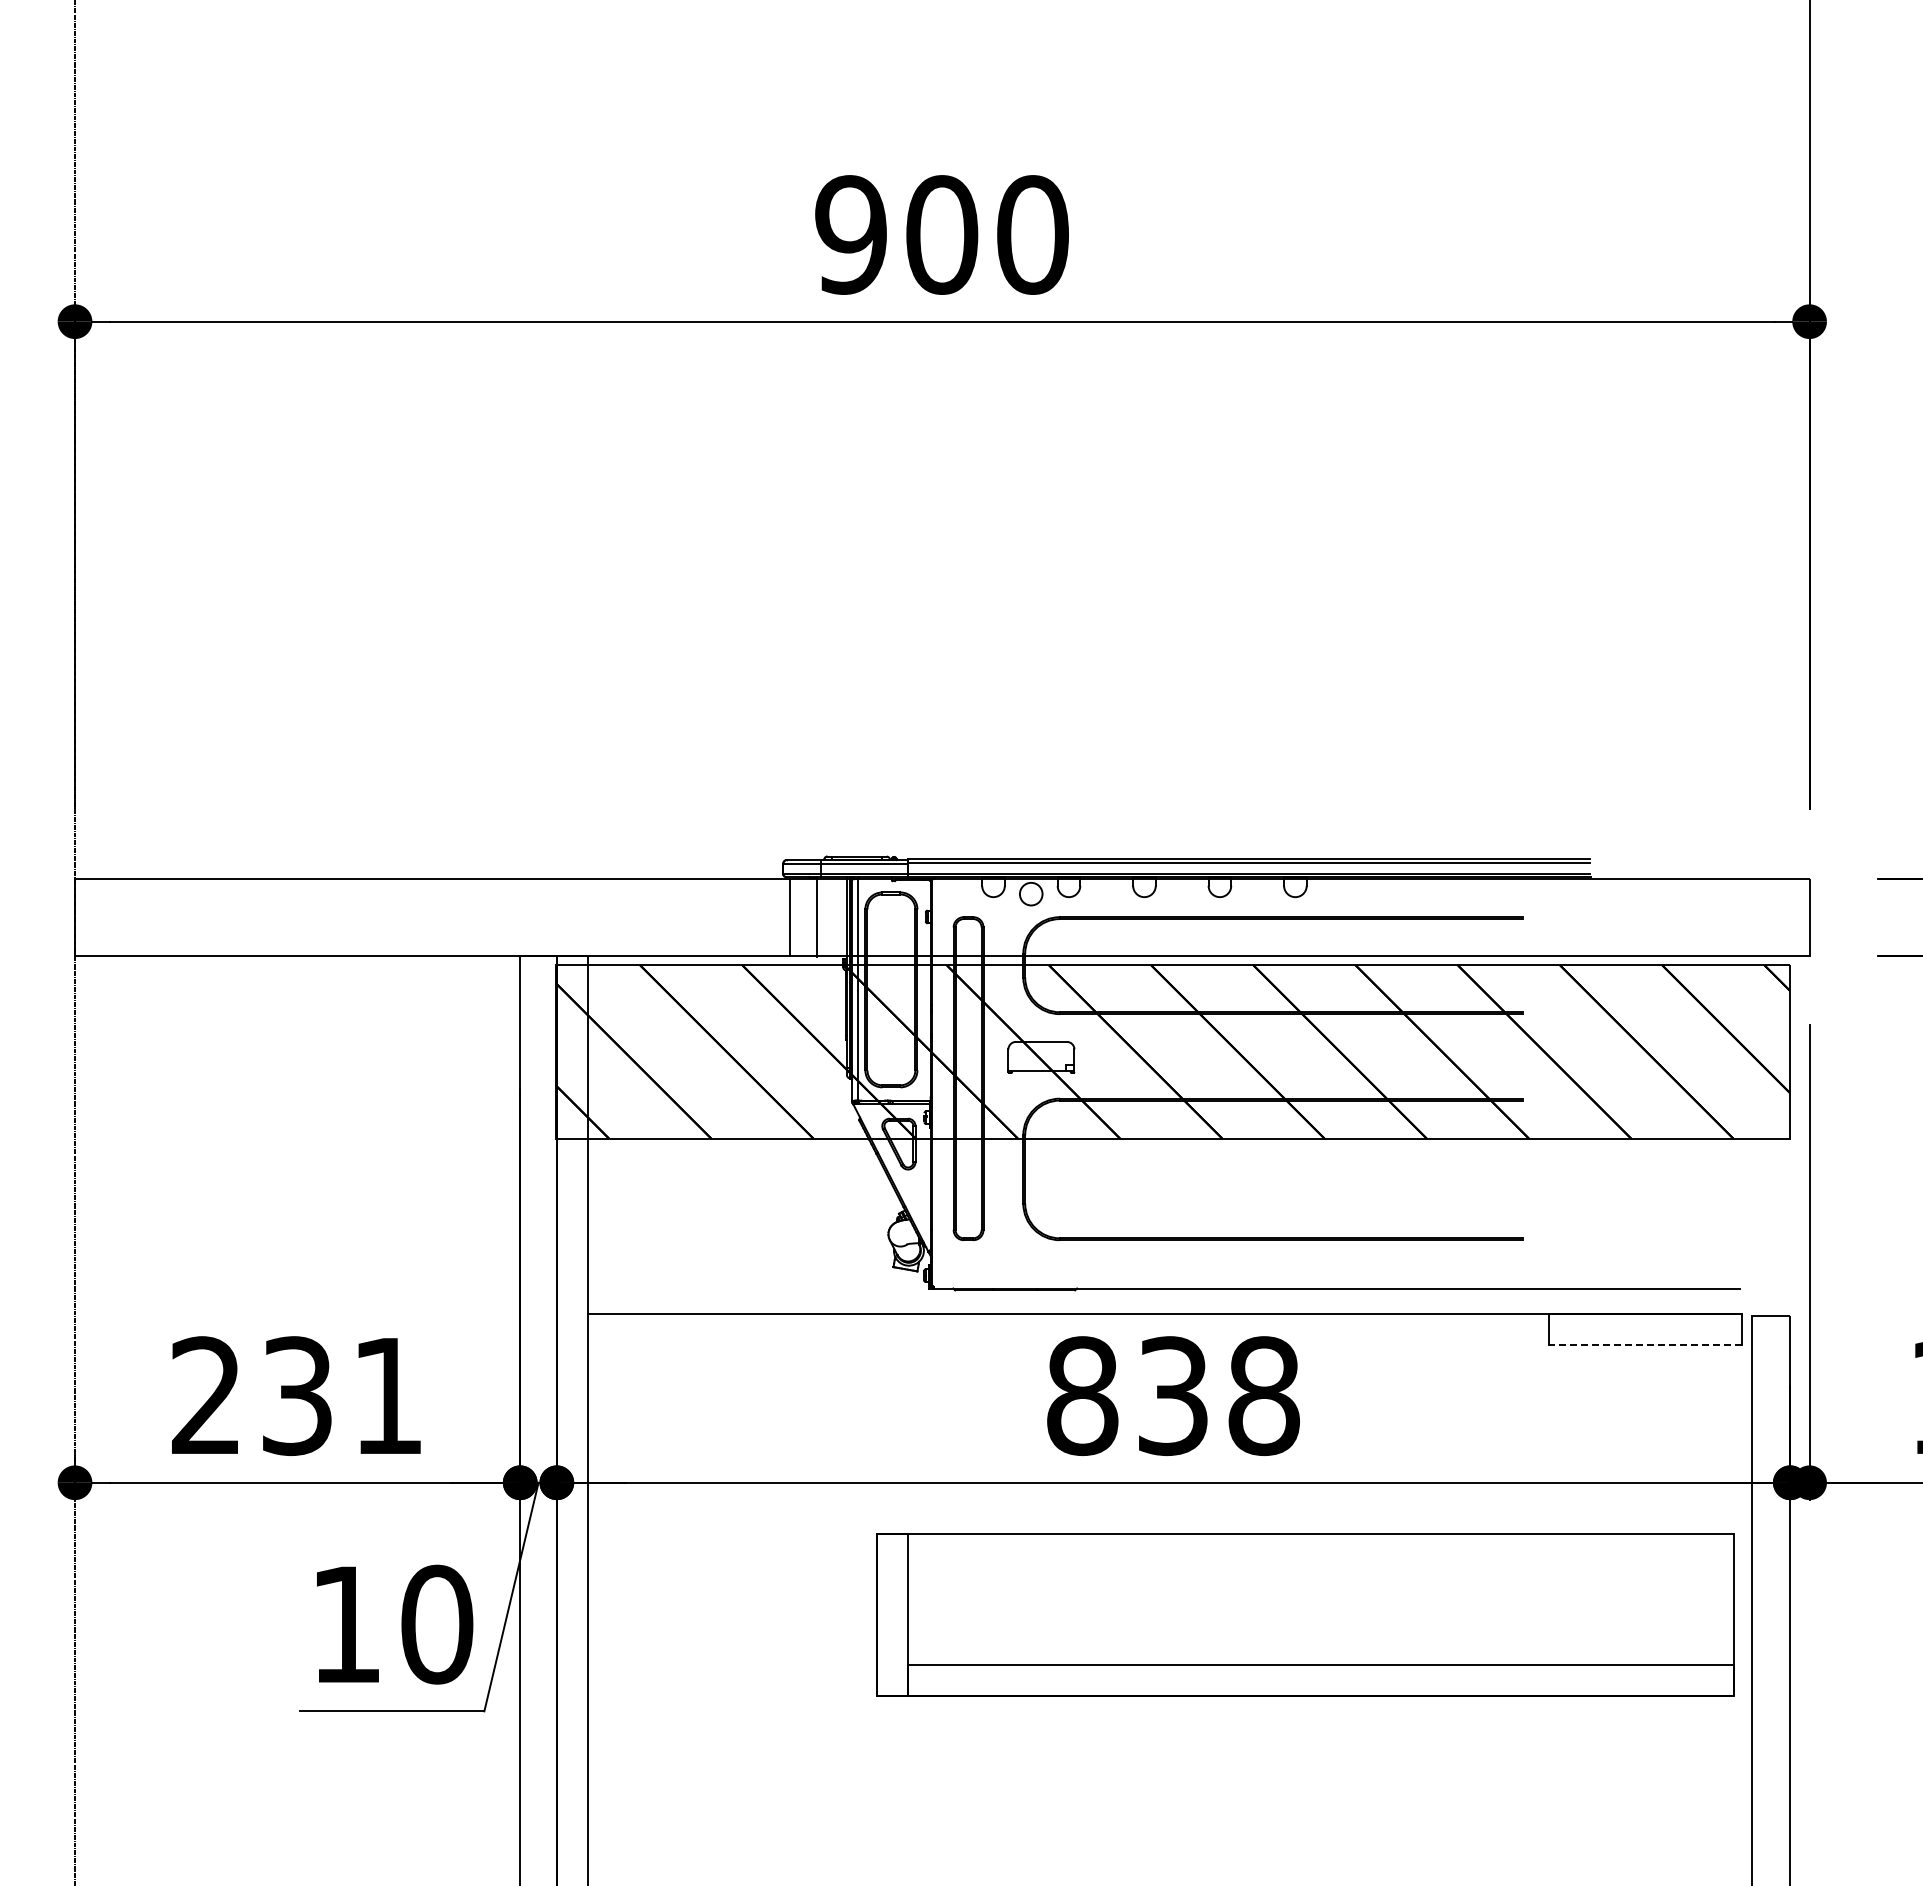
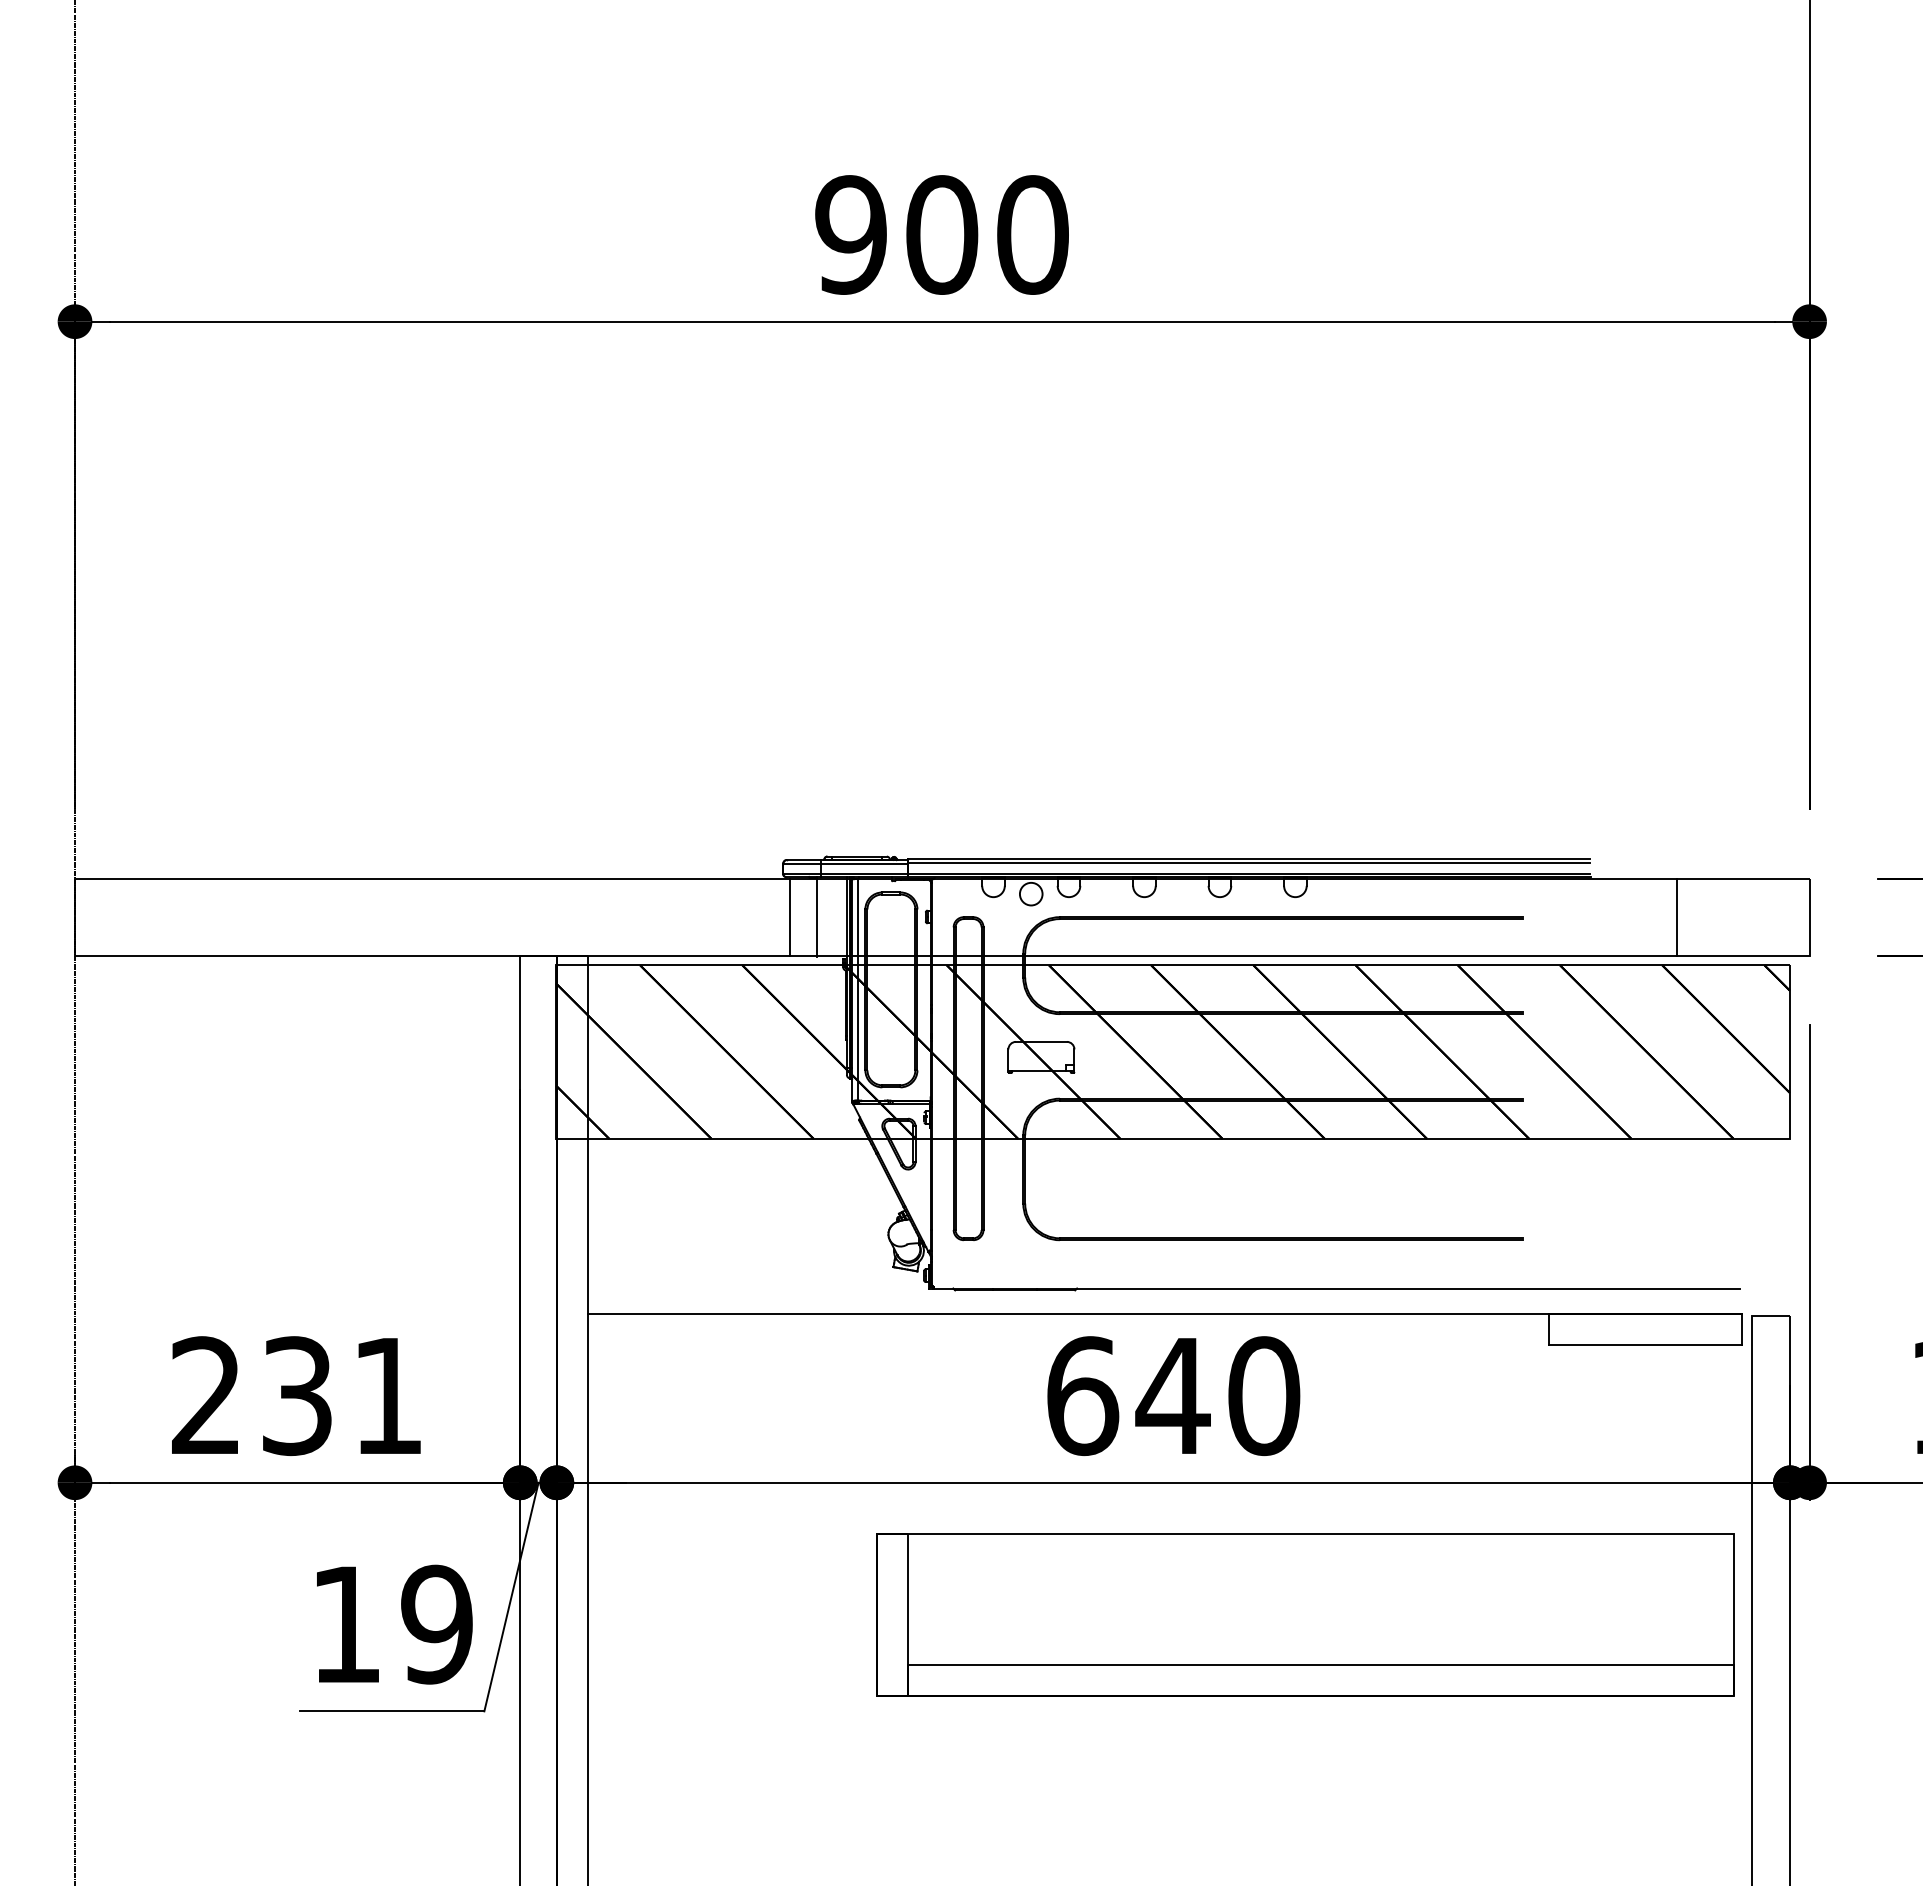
line at (1676, 916): none -> present
line at (1645, 1345): dashed -> solid
text at (1173, 1396): 838 -> 640
text at (437, 1624): 10 -> 19
